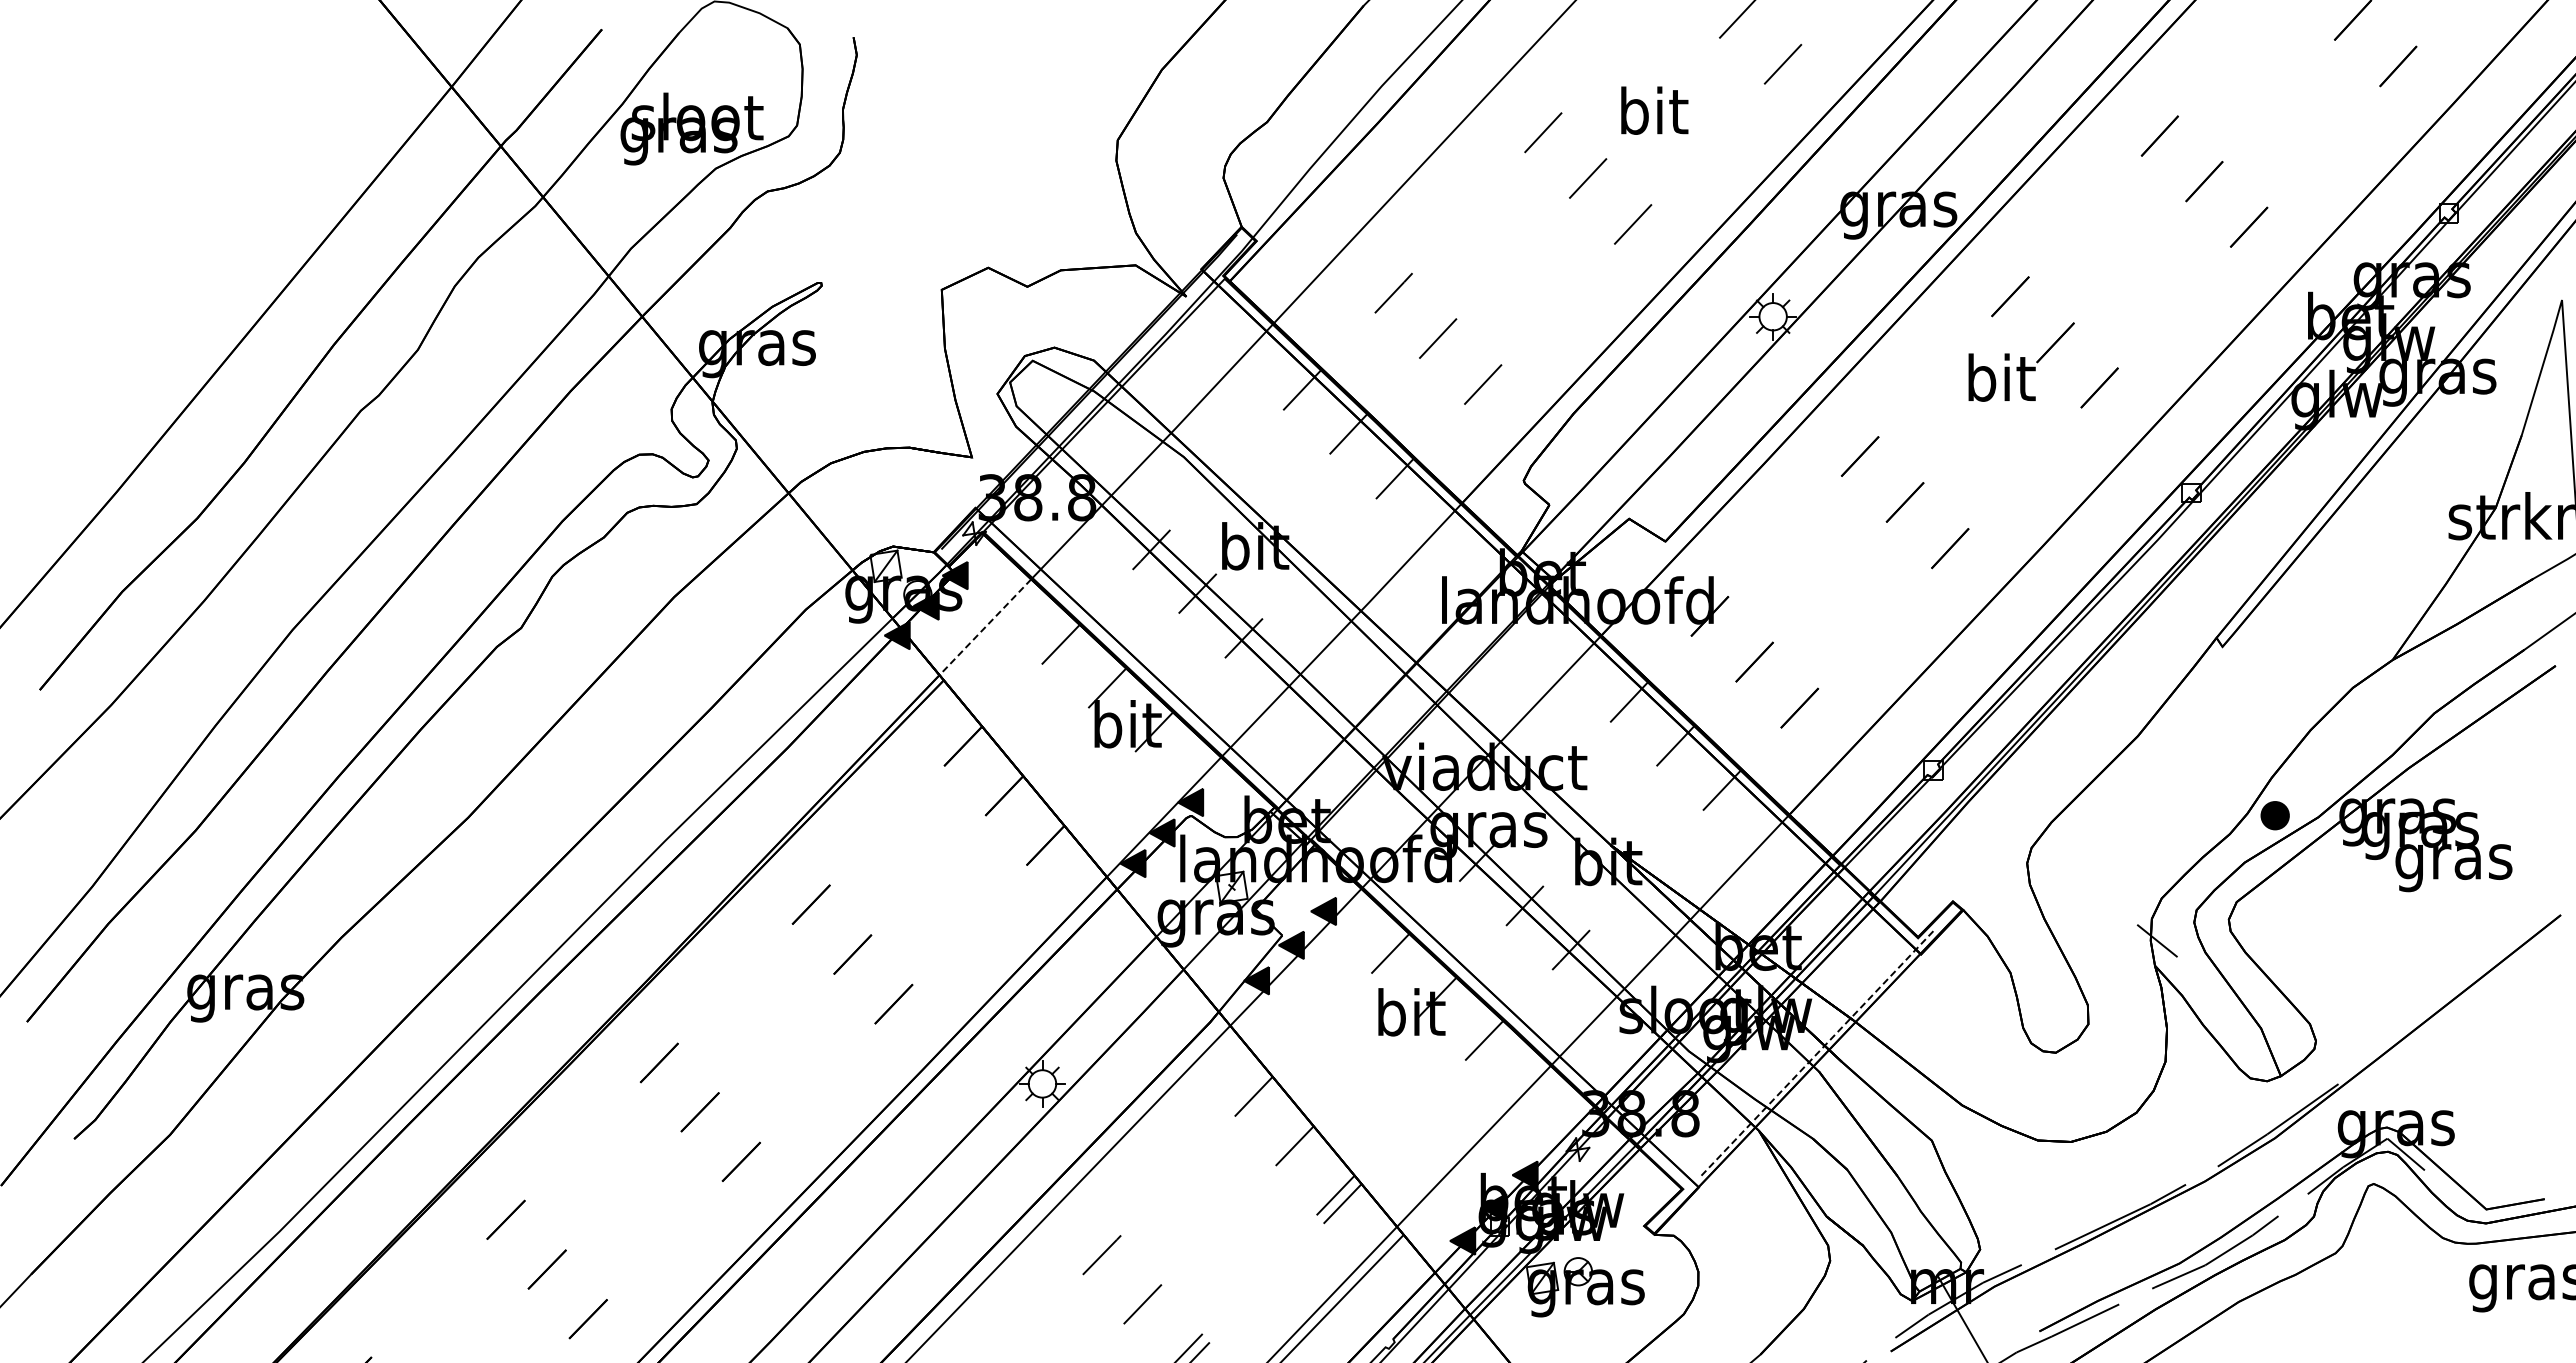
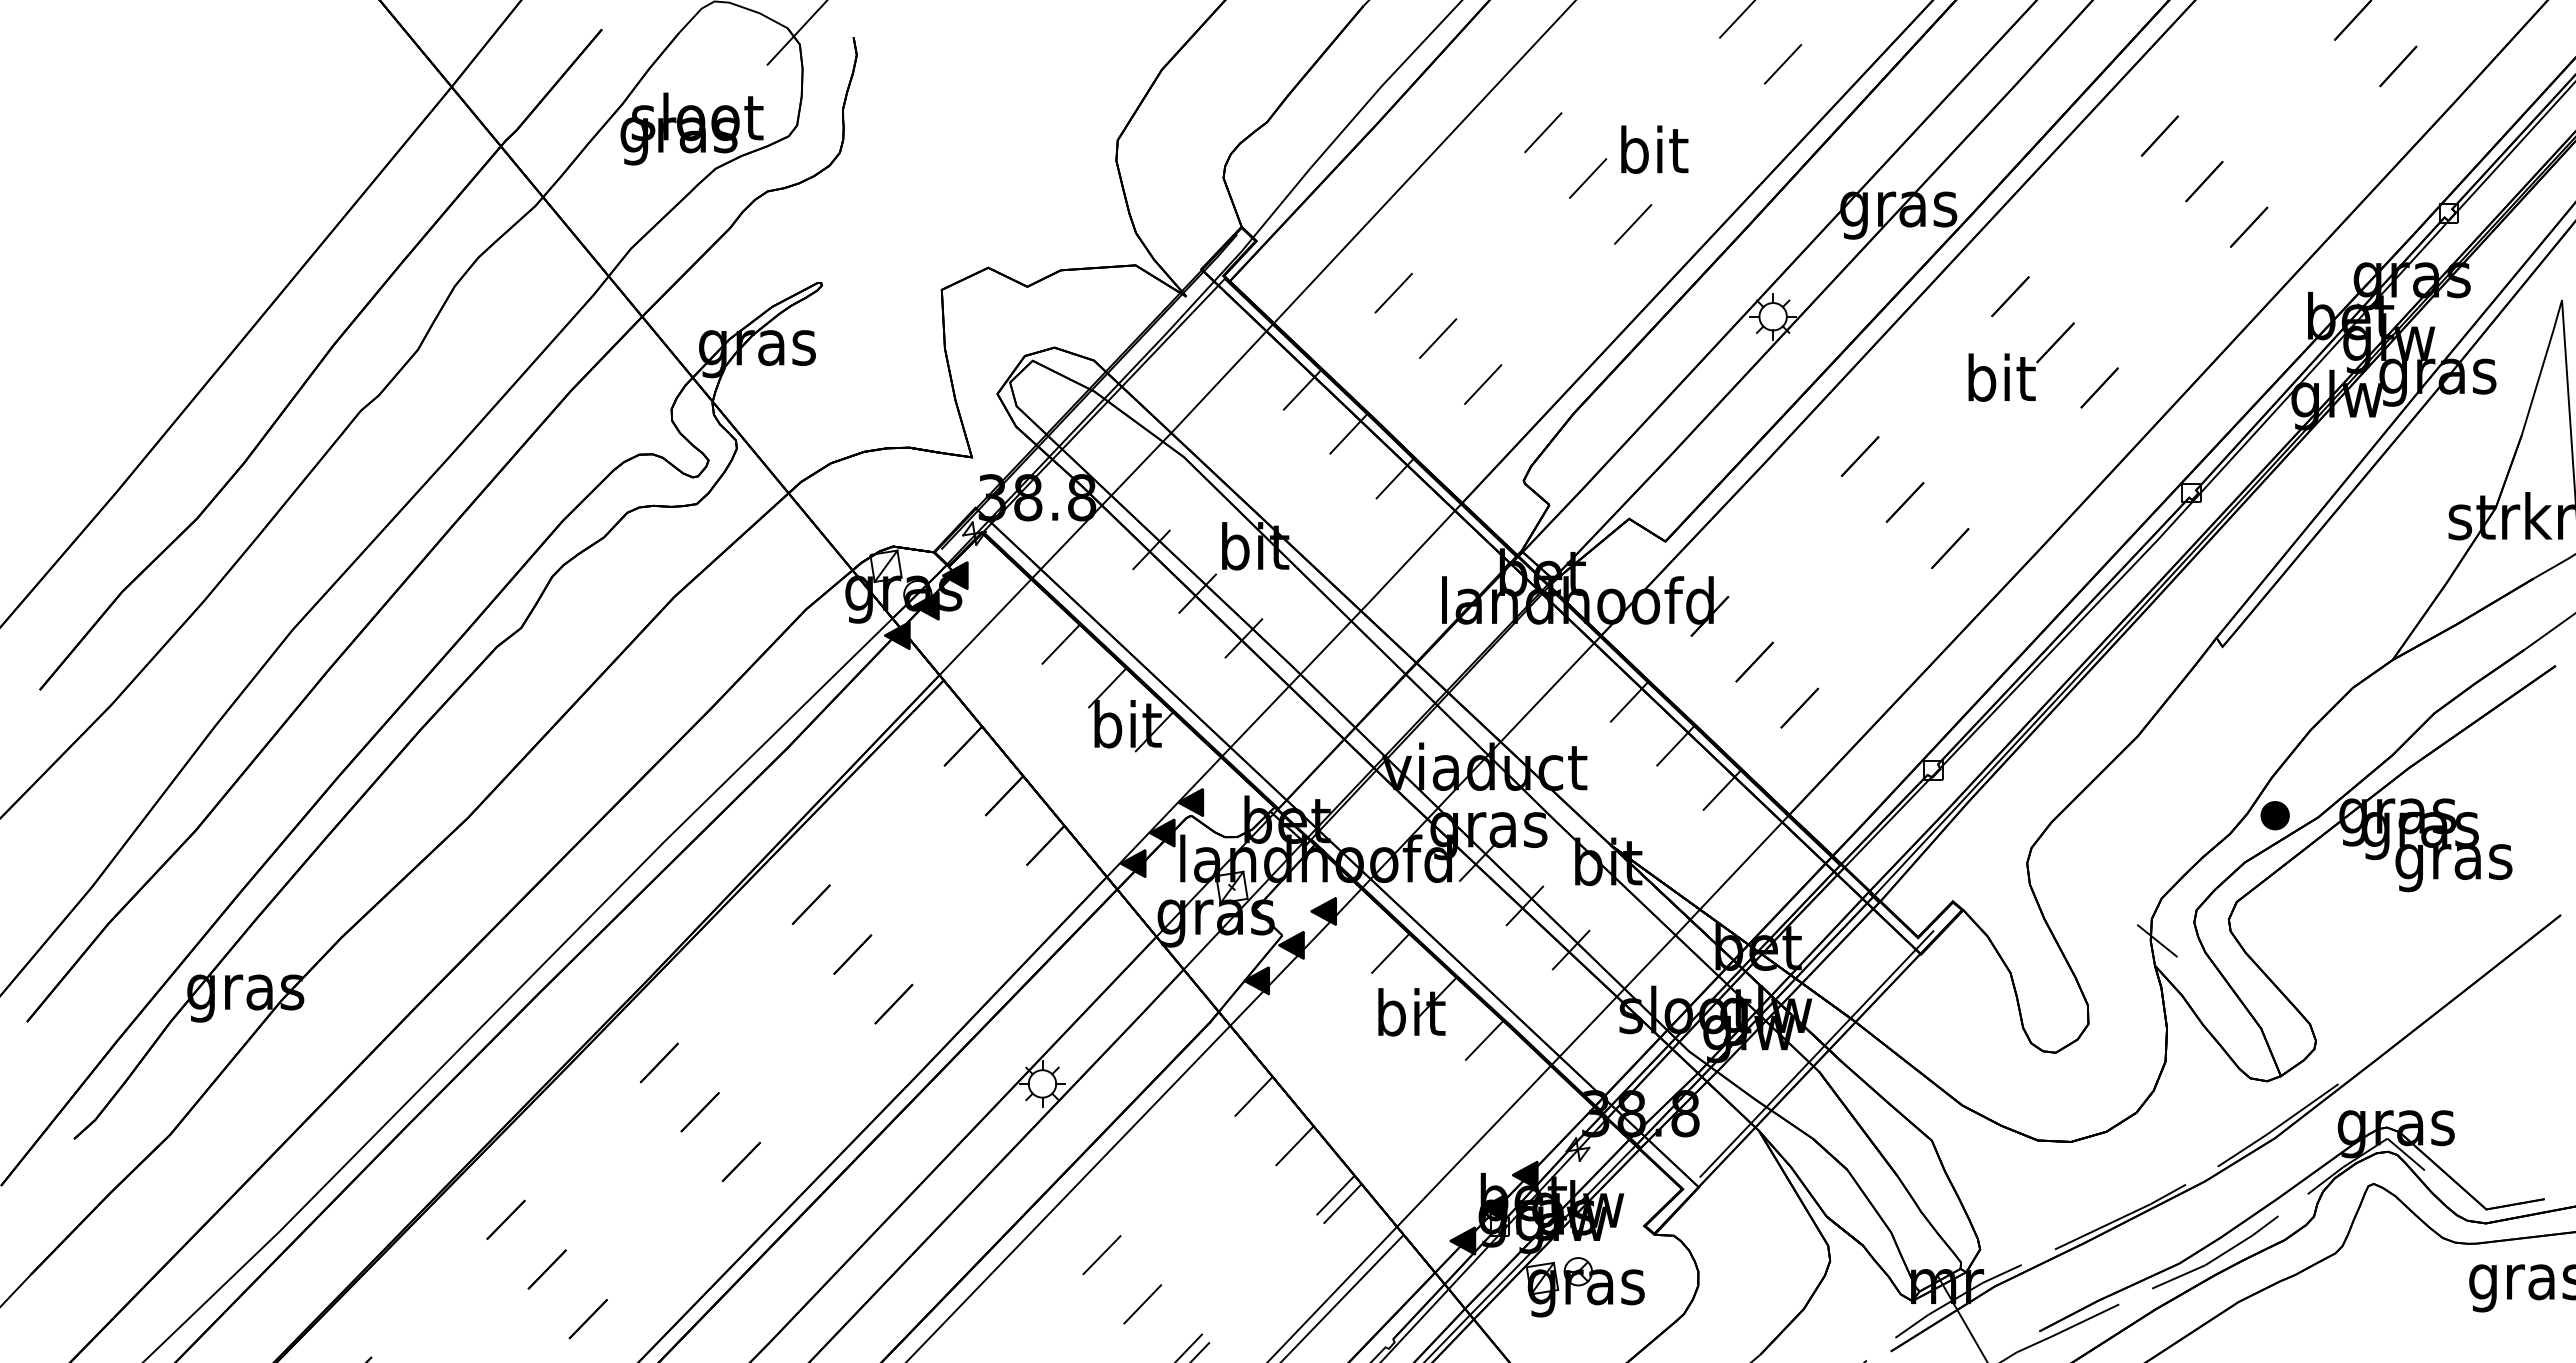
line at (796, 33): none -> present
text at (1654, 110) position: (1654, 110) -> (1654, 149)
line at (985, 627): dashed -> solid
line at (1816, 1054): dashed -> solid
